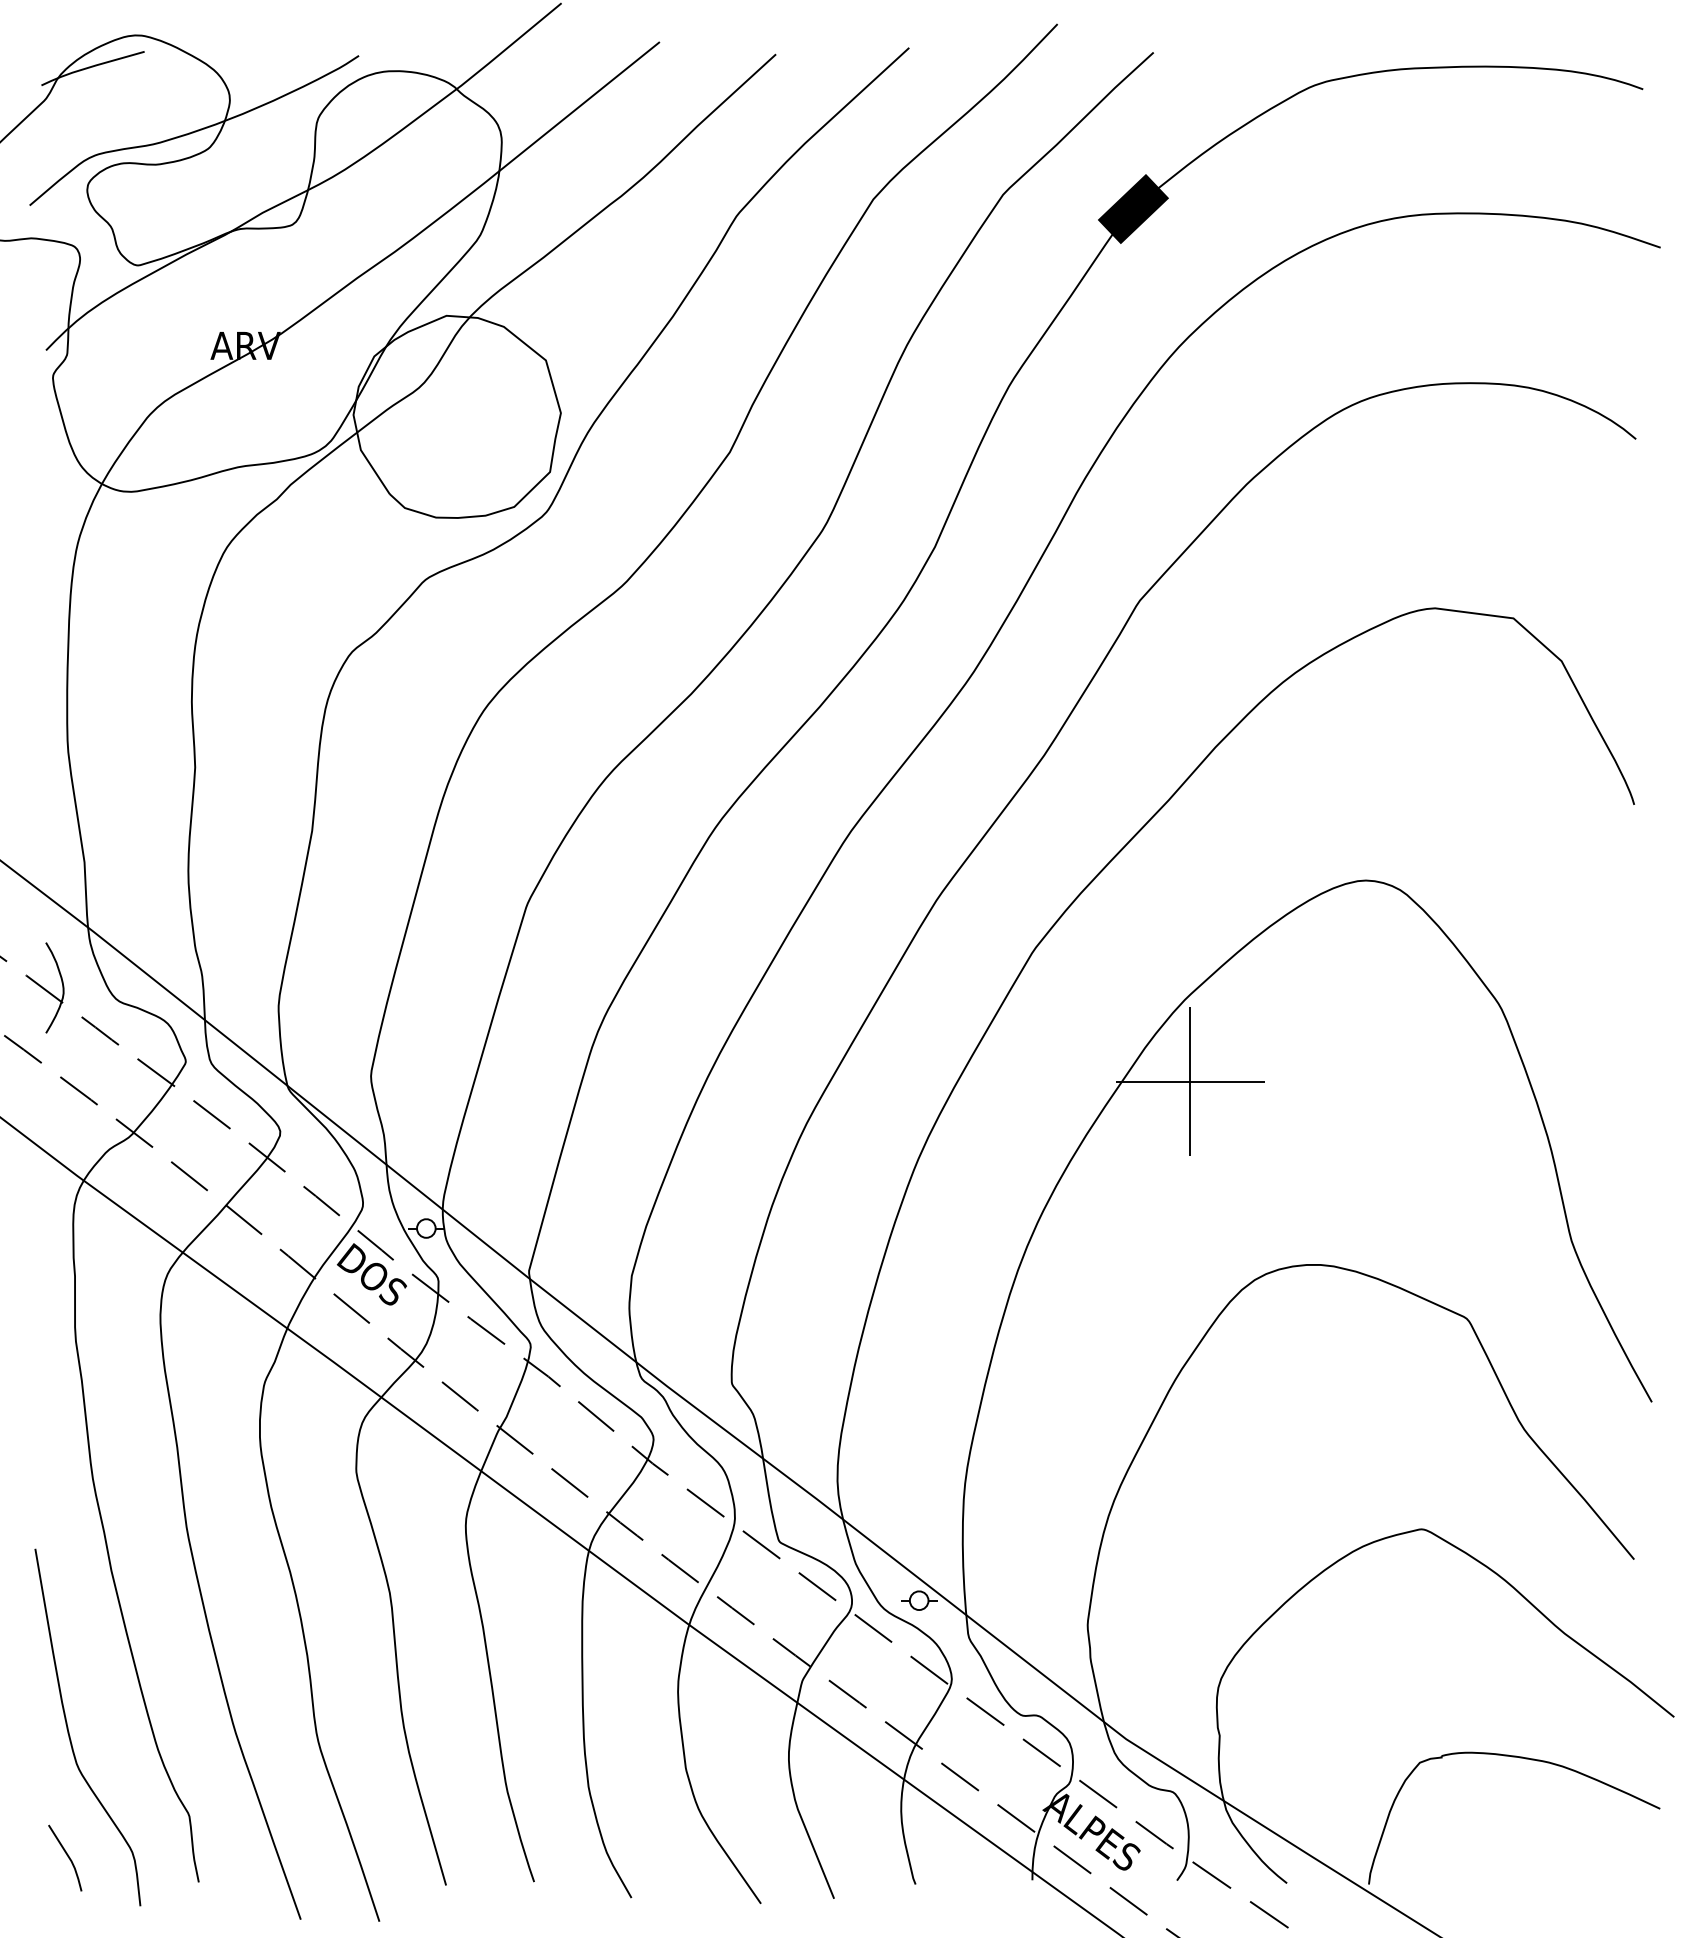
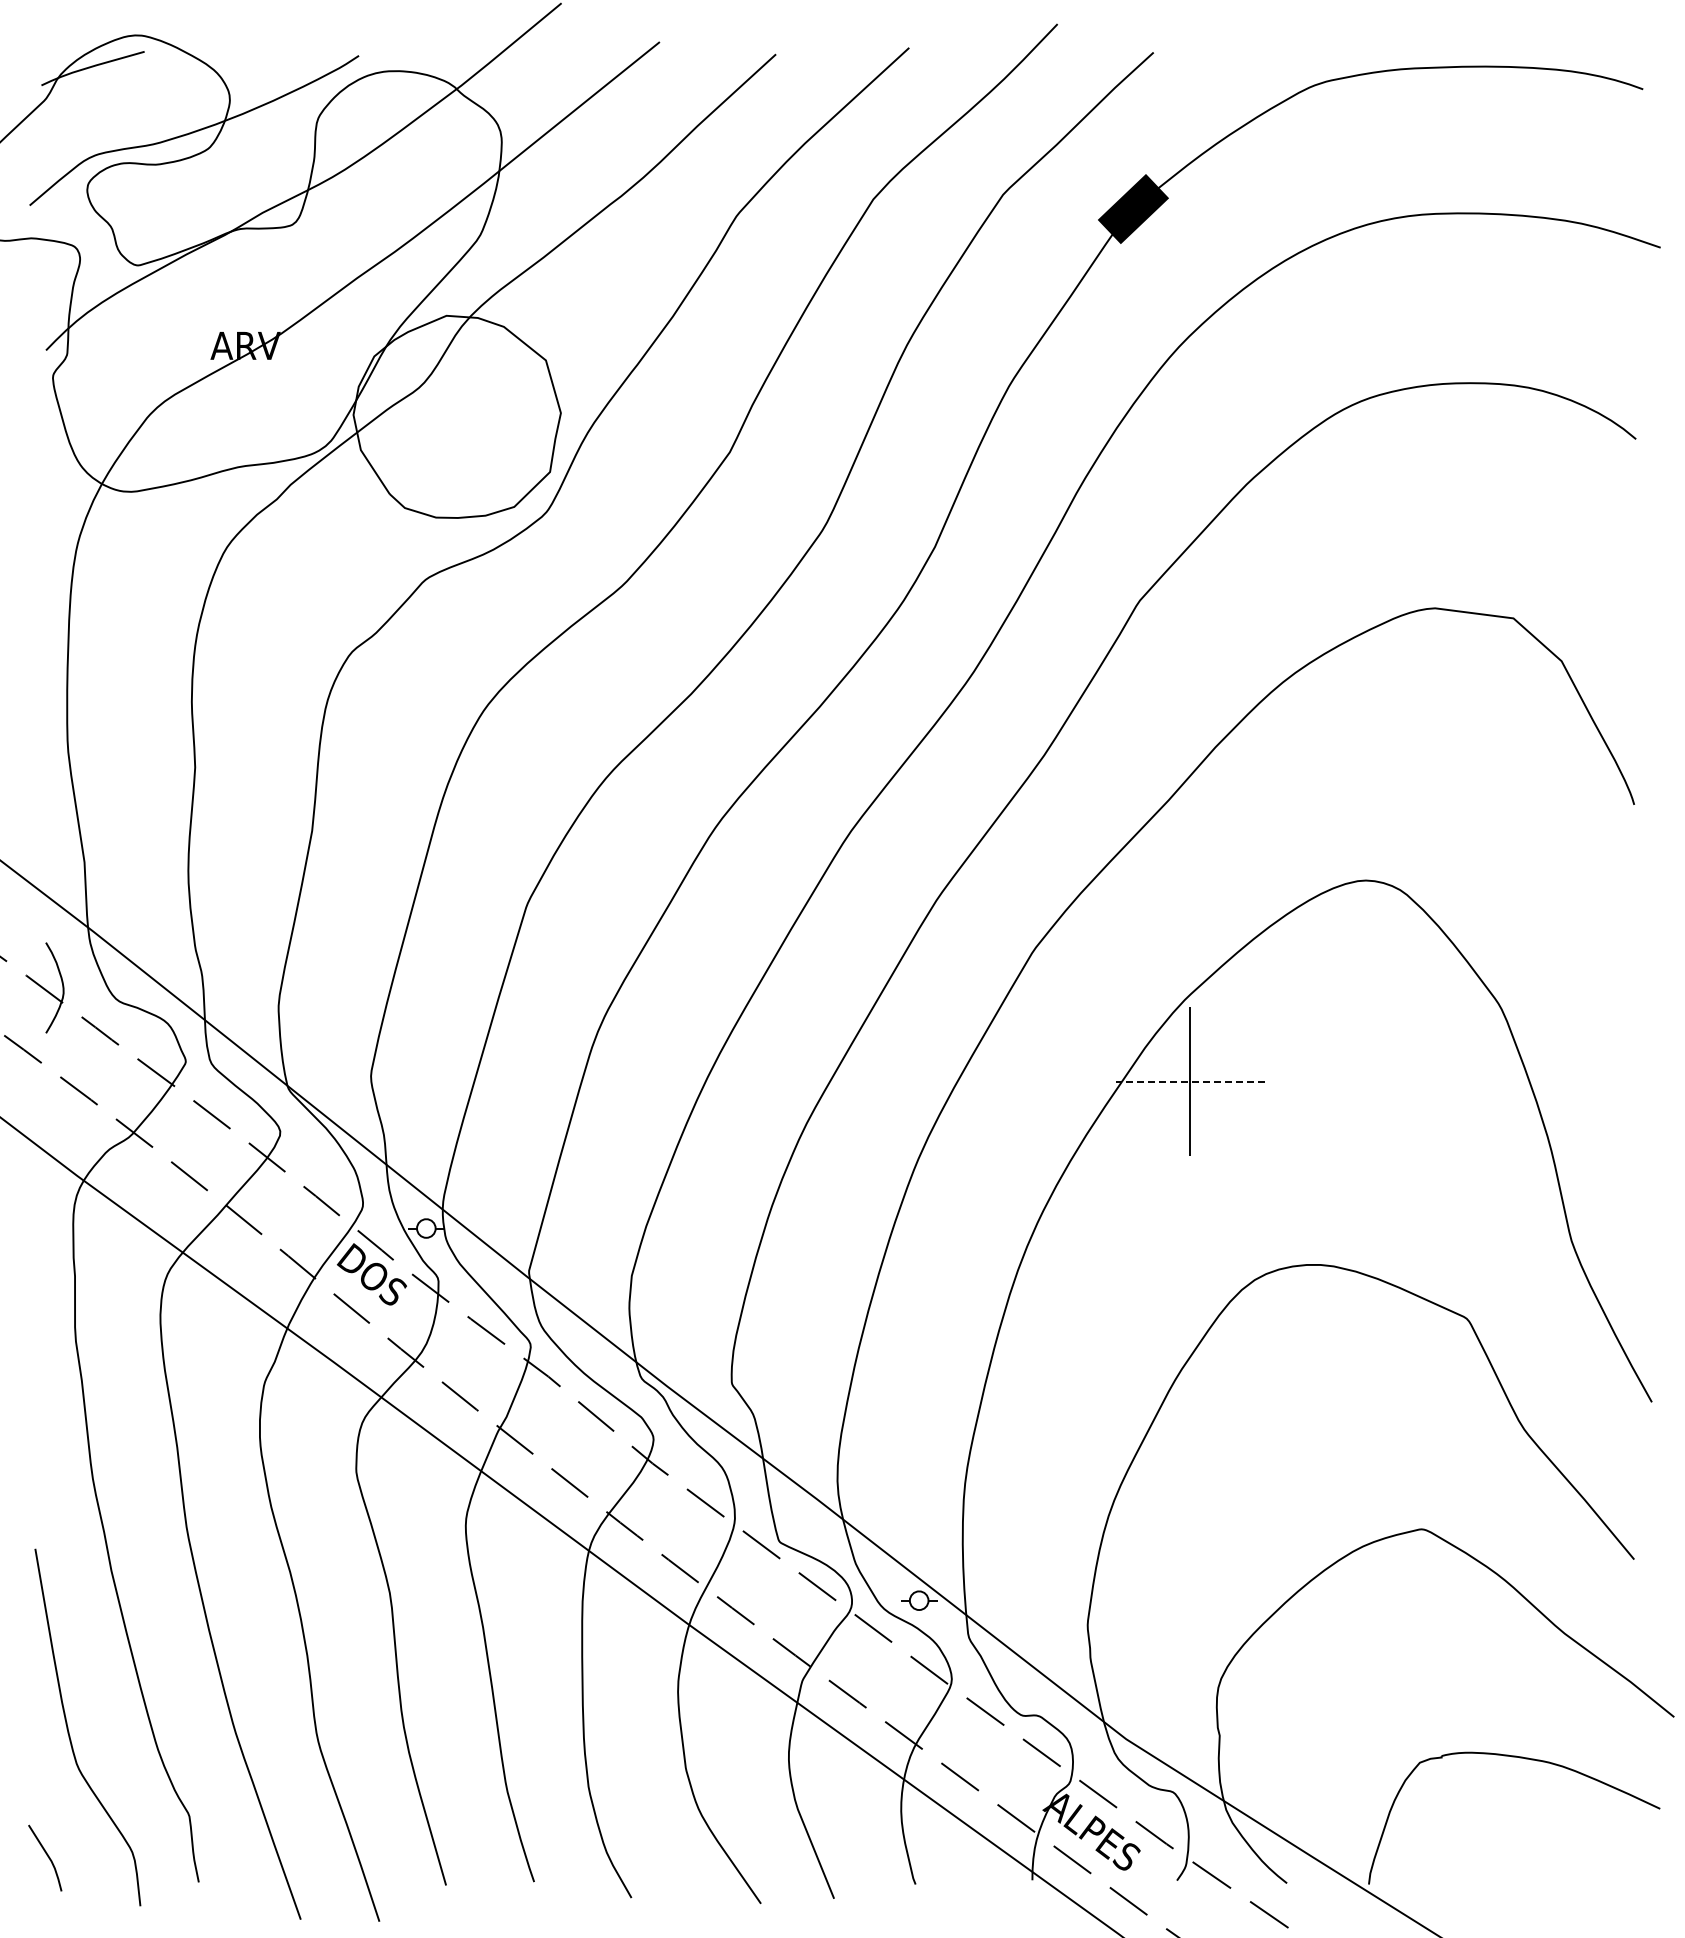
line at (1189, 1081): solid -> dashed
line at (66, 1855) position: (66, 1855) -> (46, 1855)
